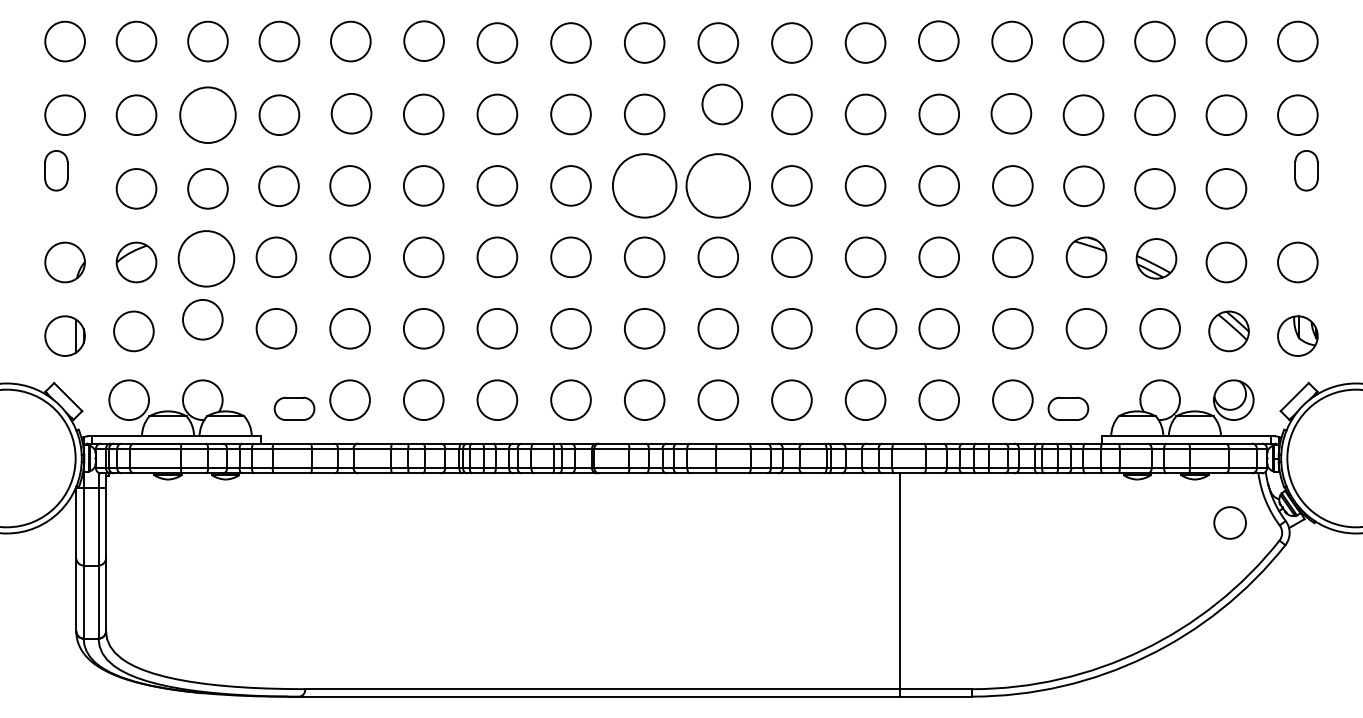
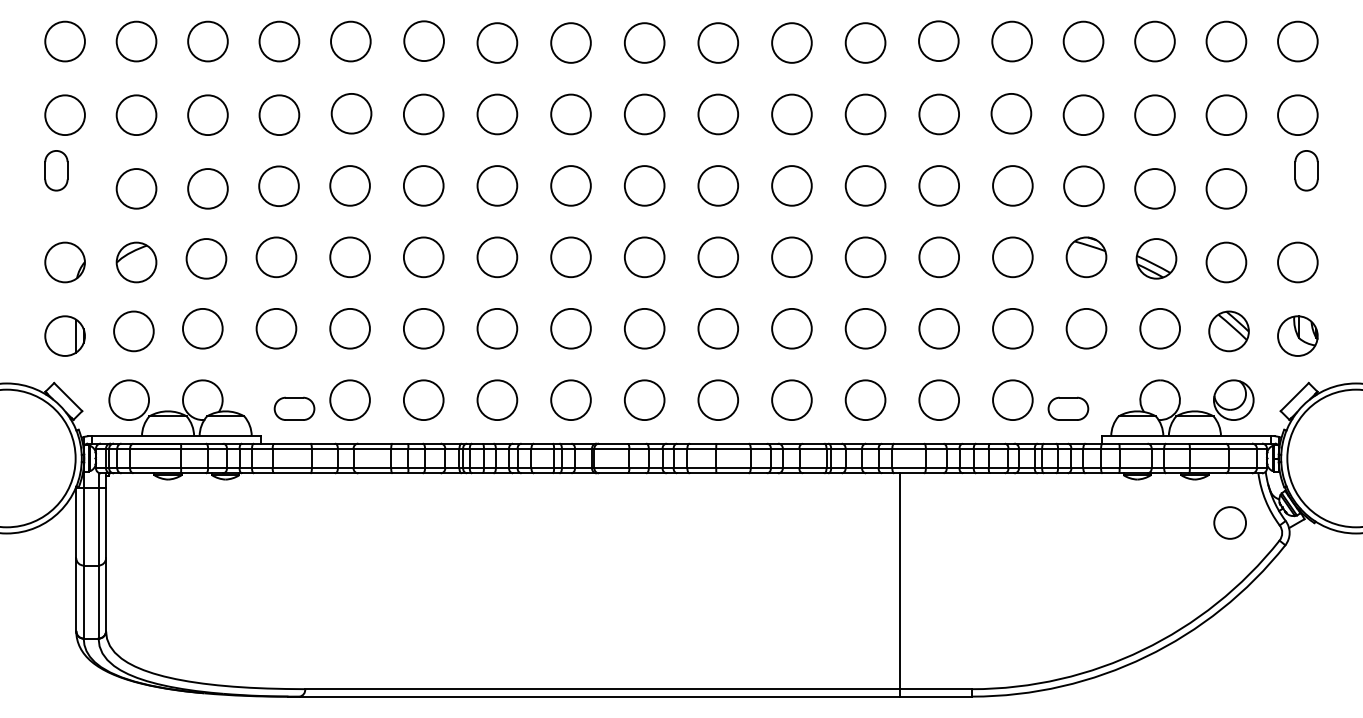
circle at (721, 104) position: (721, 104) -> (717, 114)
circle at (207, 114) diameter: 56 px -> 40 px
circle at (644, 185) diameter: 63 px -> 40 px
circle at (718, 185) diameter: 63 px -> 40 px
circle at (206, 258) diameter: 56 px -> 40 px
circle at (202, 319) position: (202, 319) -> (202, 328)
circle at (876, 328) position: (876, 328) -> (865, 328)
